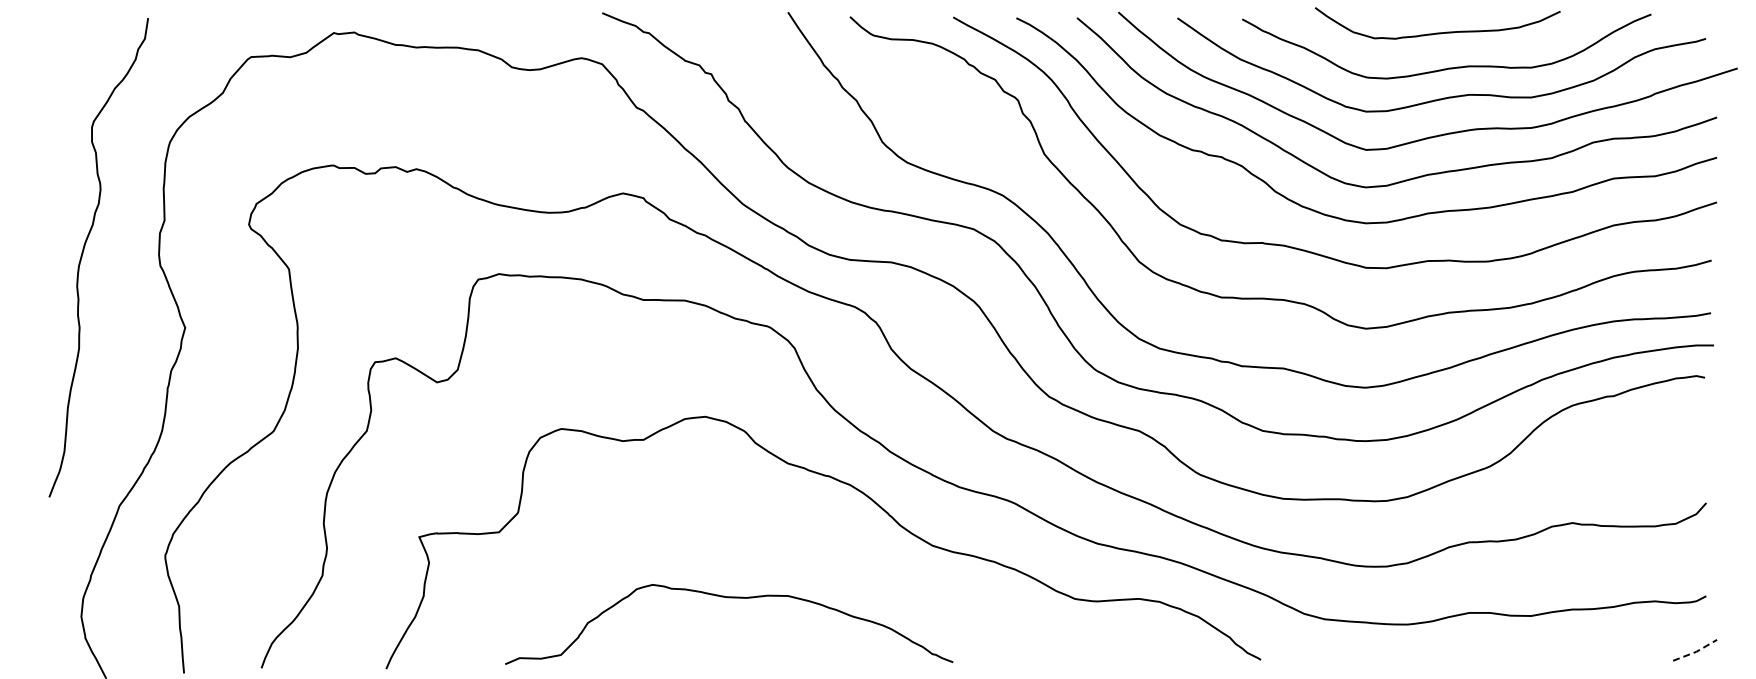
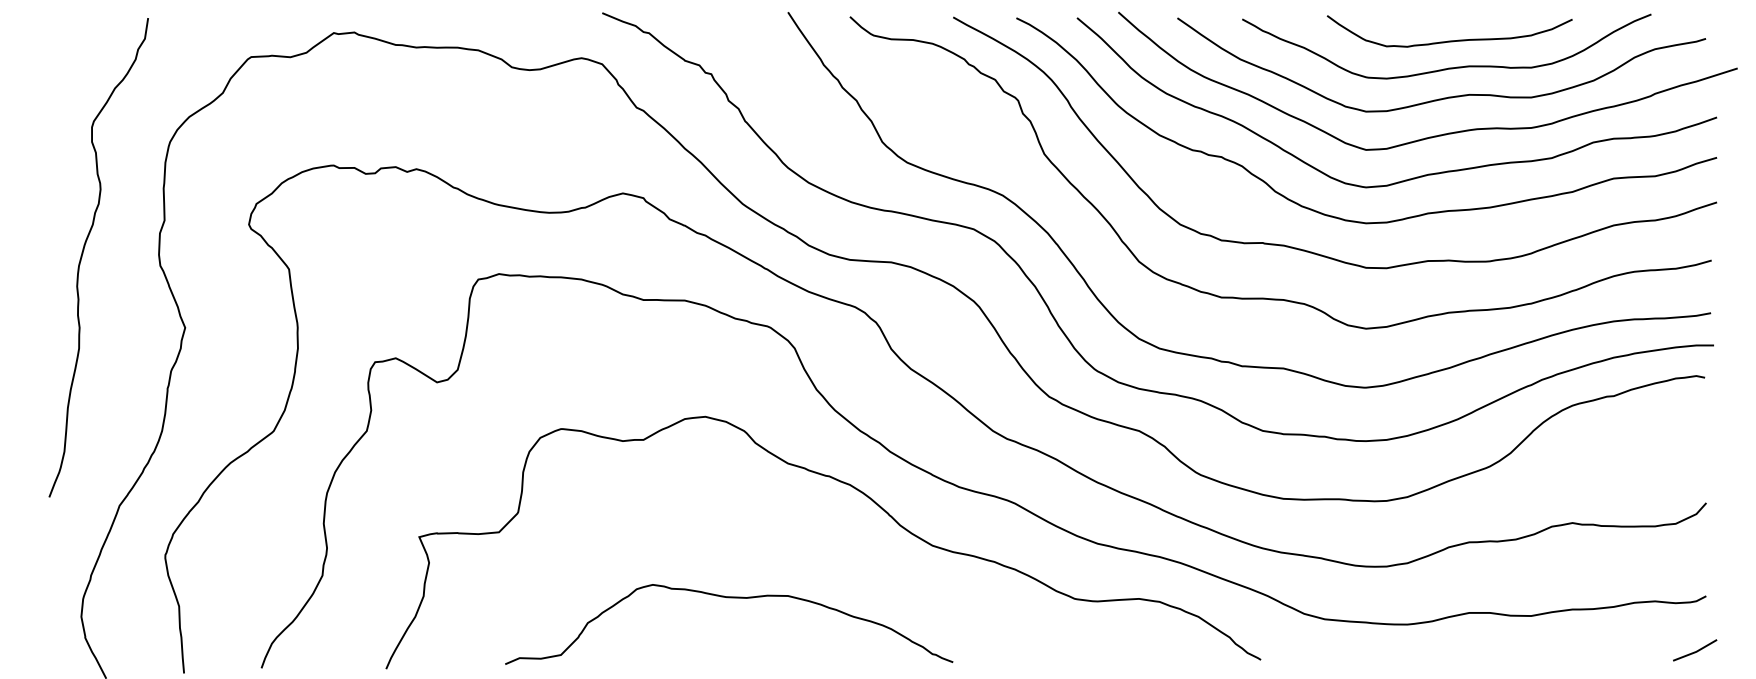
curve at (1437, 32) position: (1437, 32) -> (1449, 40)
line at (1696, 651): dashed -> solid
